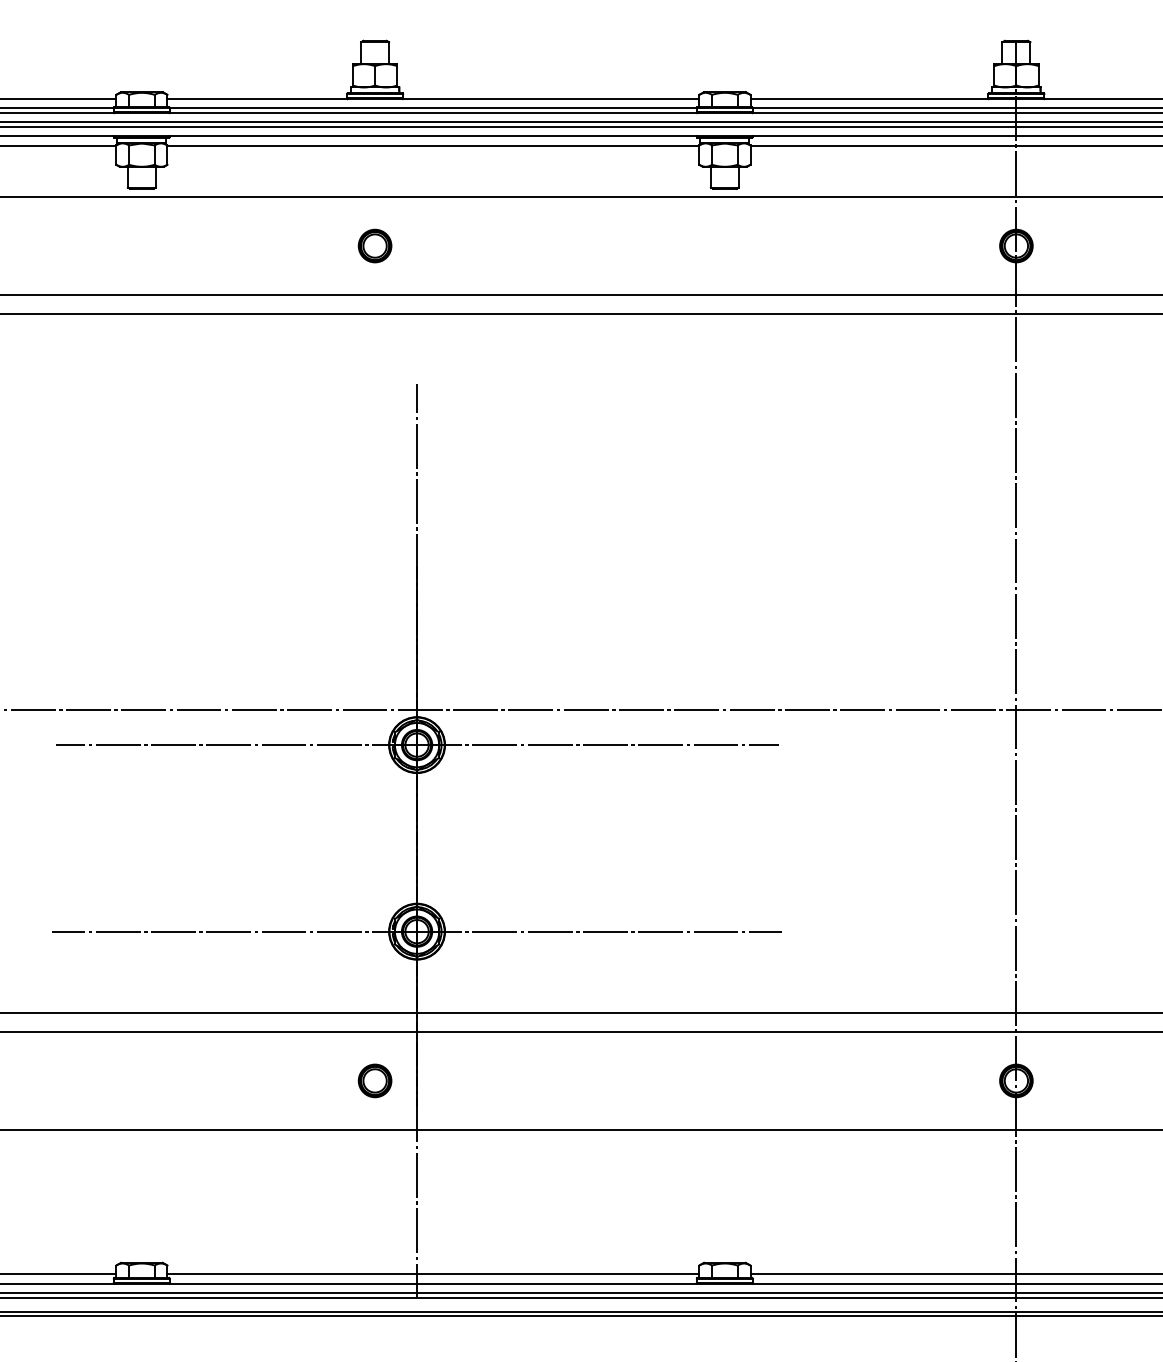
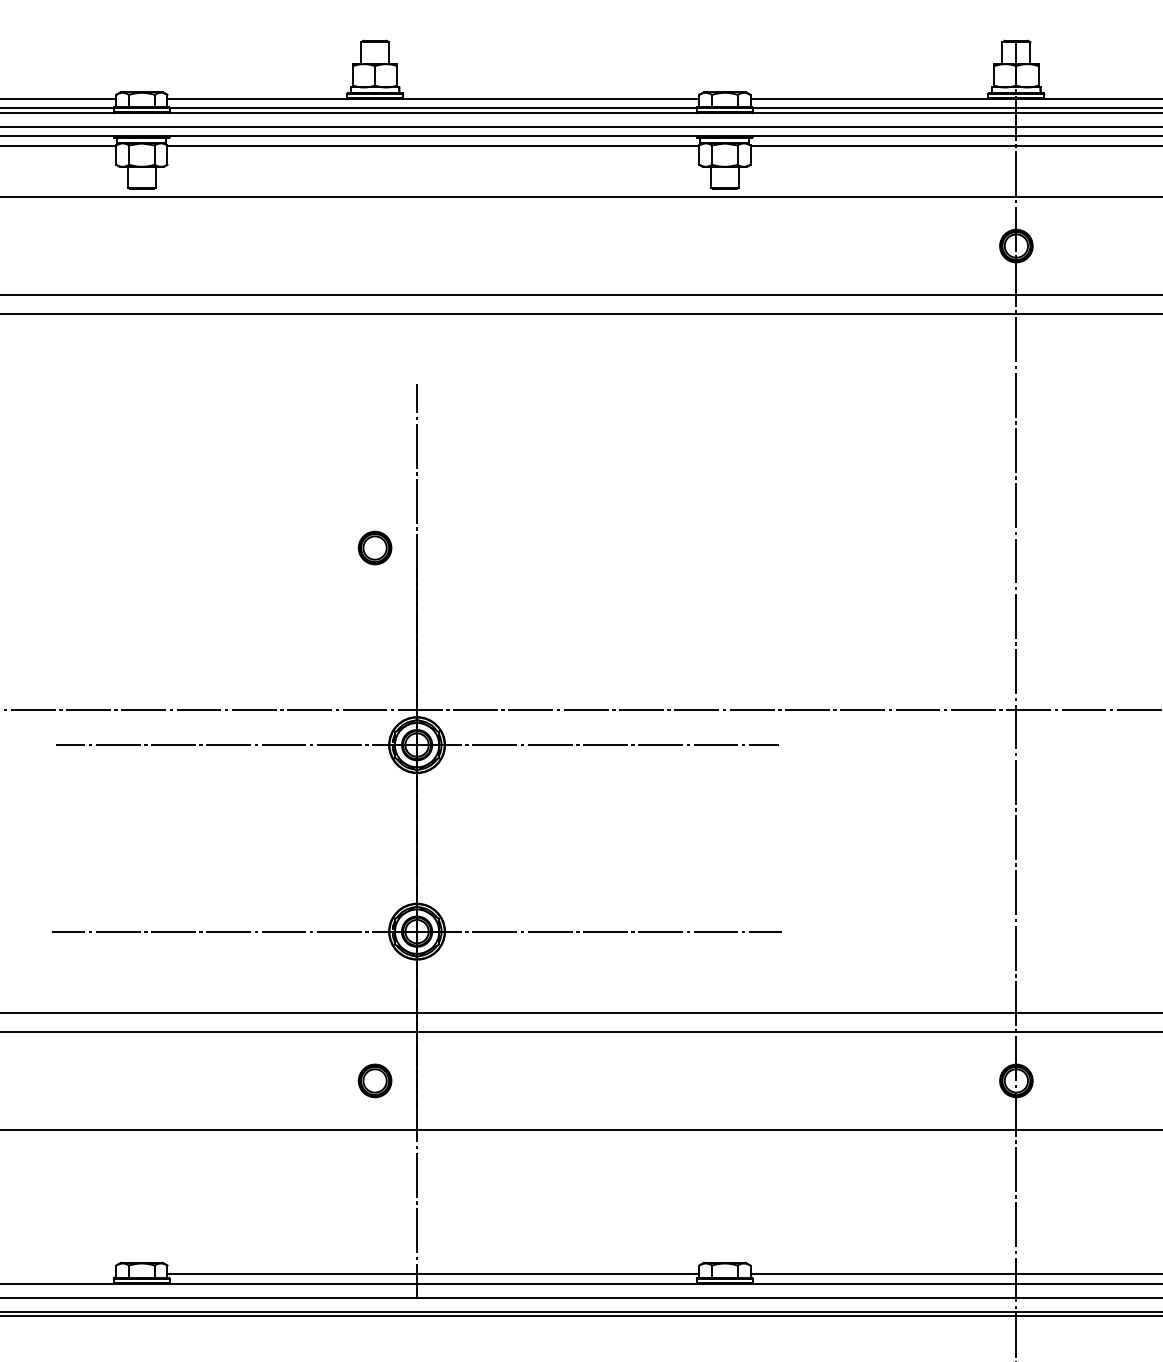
line at (580, 122): present -> none
part at (374, 245) position: (374, 245) -> (374, 547)
line at (59, 1274): present -> none
line at (580, 1293): present -> none
